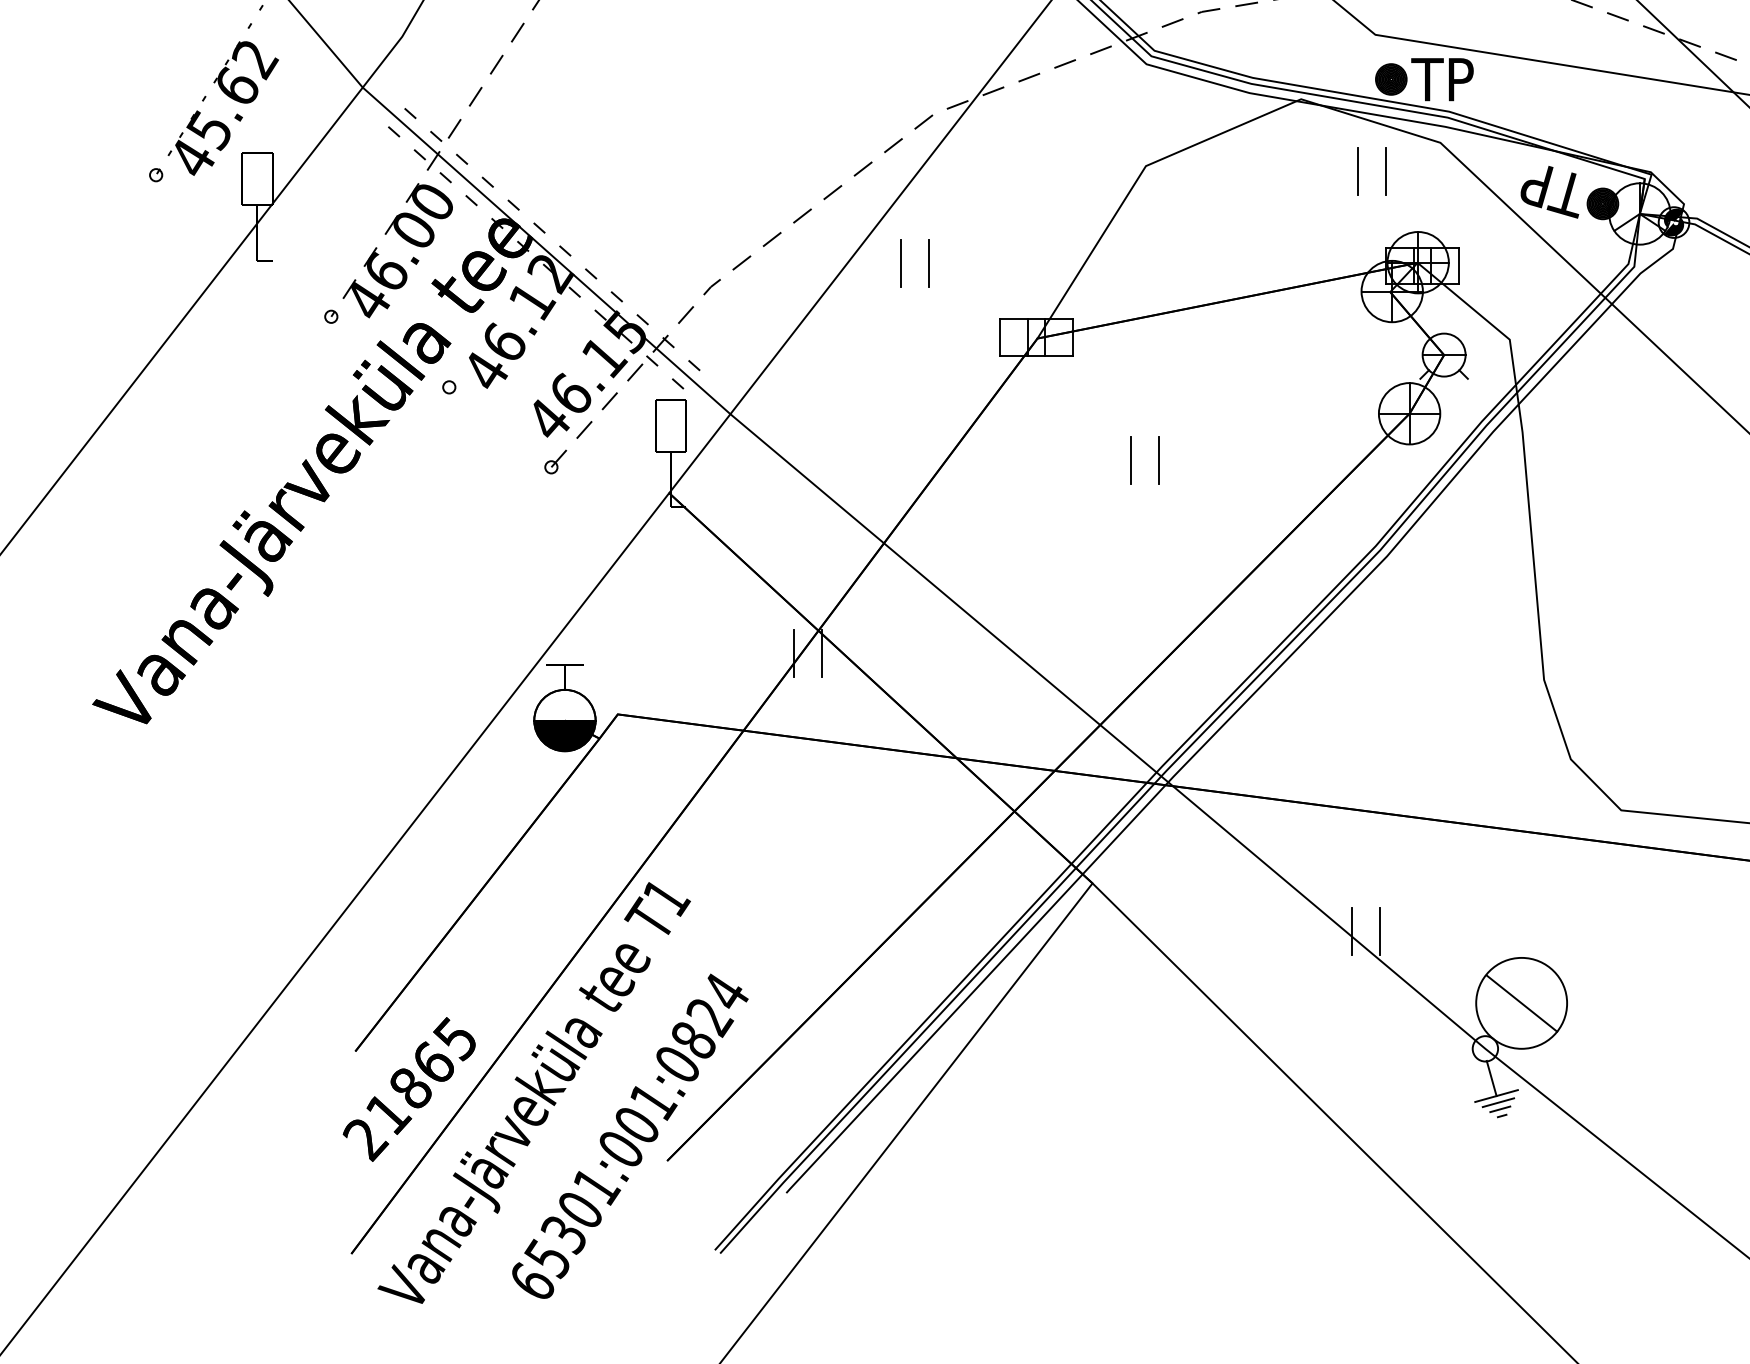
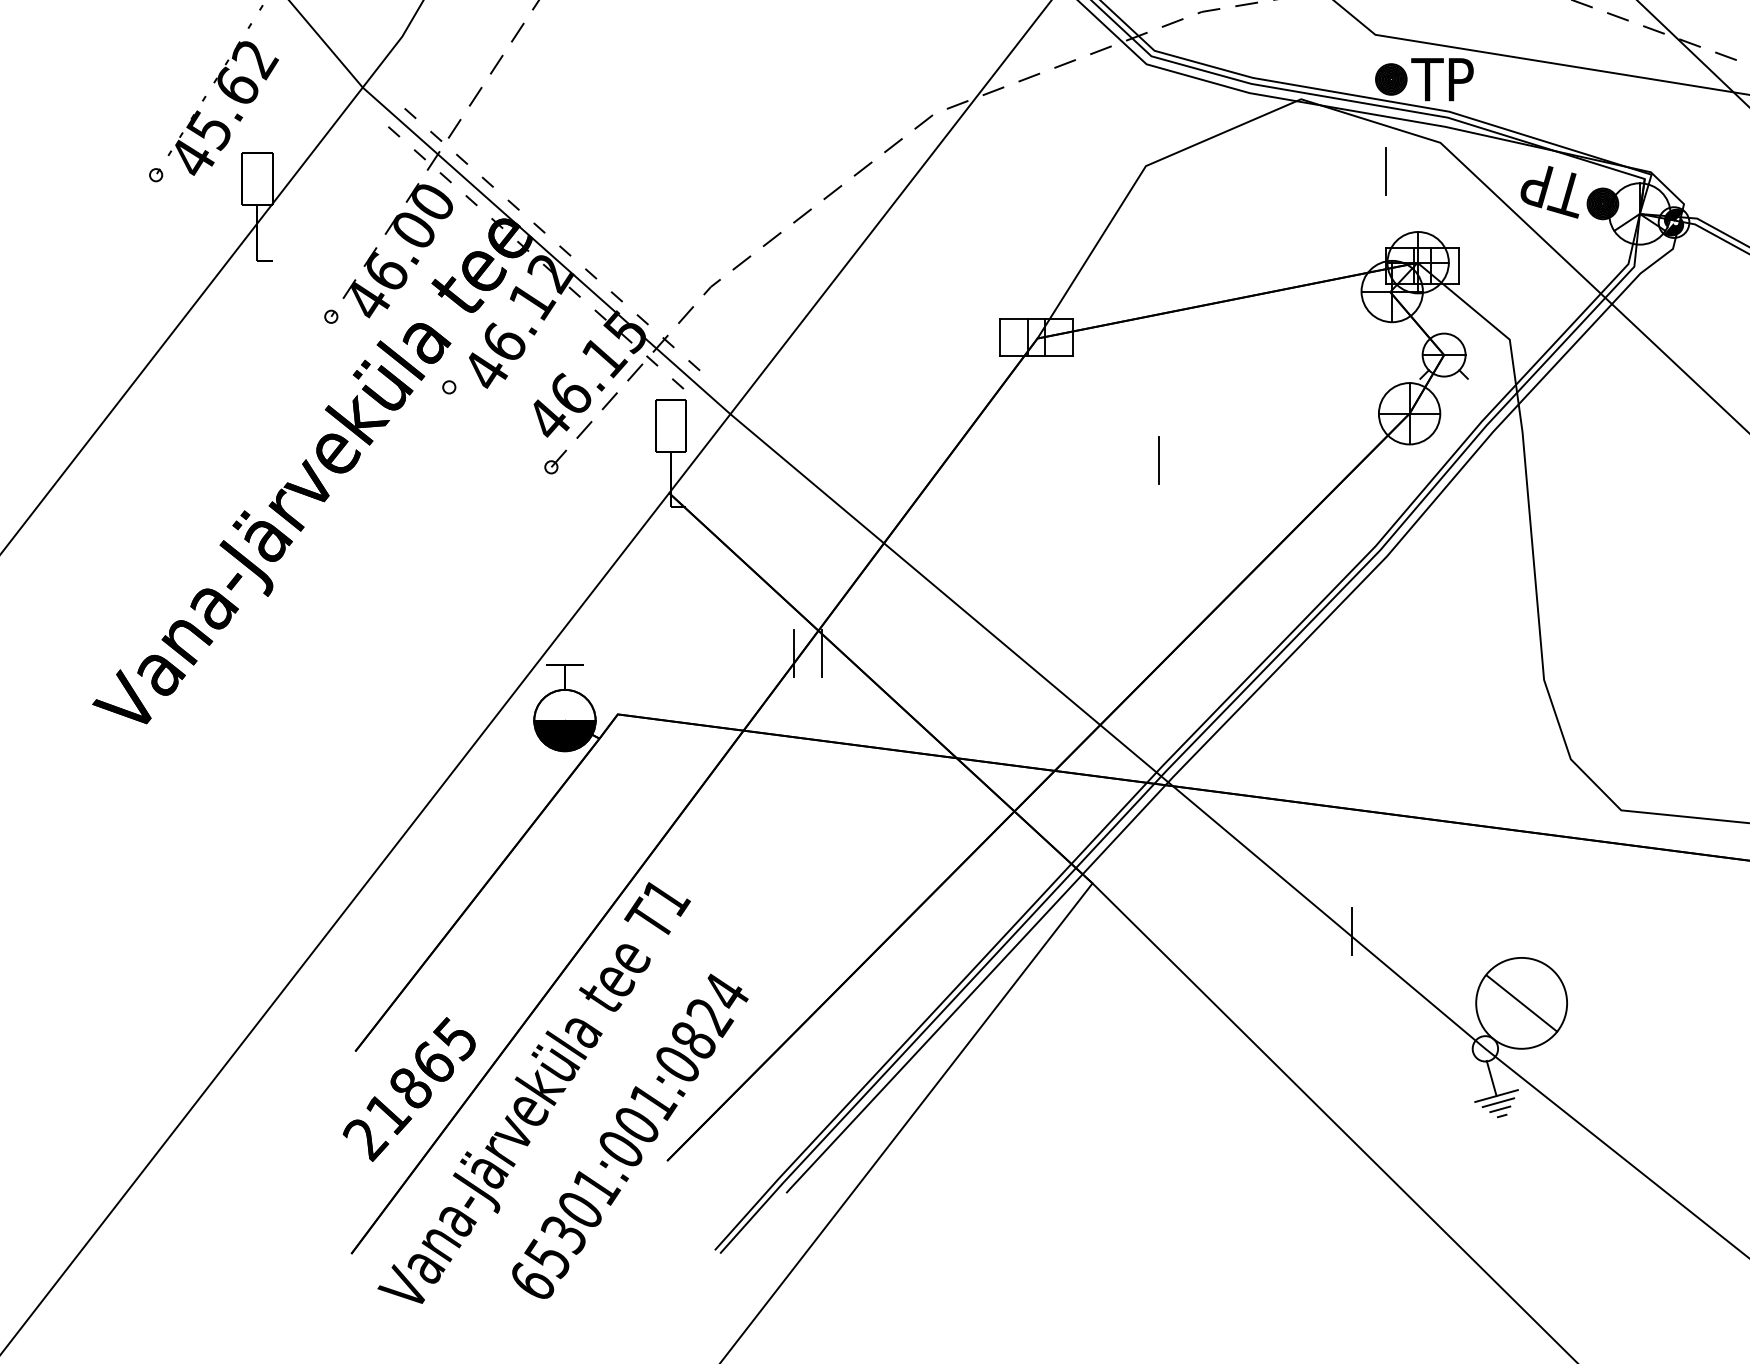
line at (1358, 171): present -> none
line at (900, 263): present -> none
line at (928, 263): present -> none
line at (1130, 460): present -> none
line at (1379, 931): present -> none
